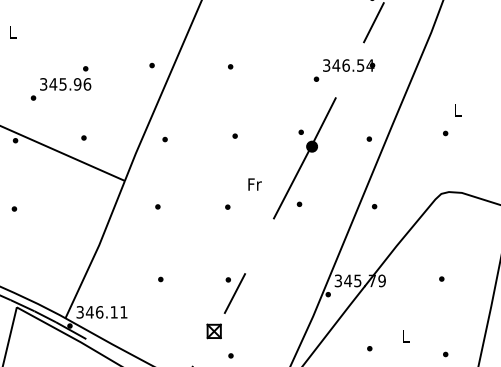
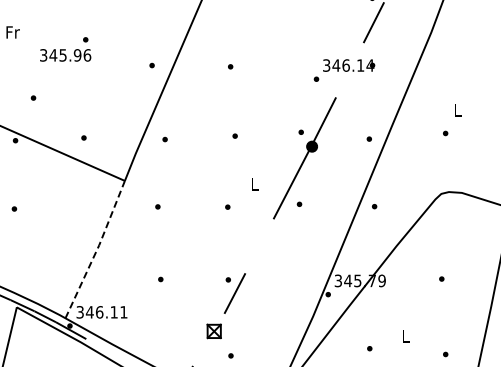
text at (12, 32): L -> Fr
text at (360, 65): 346.54 -> 346.14
text at (65, 78) position: (65, 78) -> (65, 49)
text at (254, 184): Fr -> L
line at (97, 249): solid -> dashed
